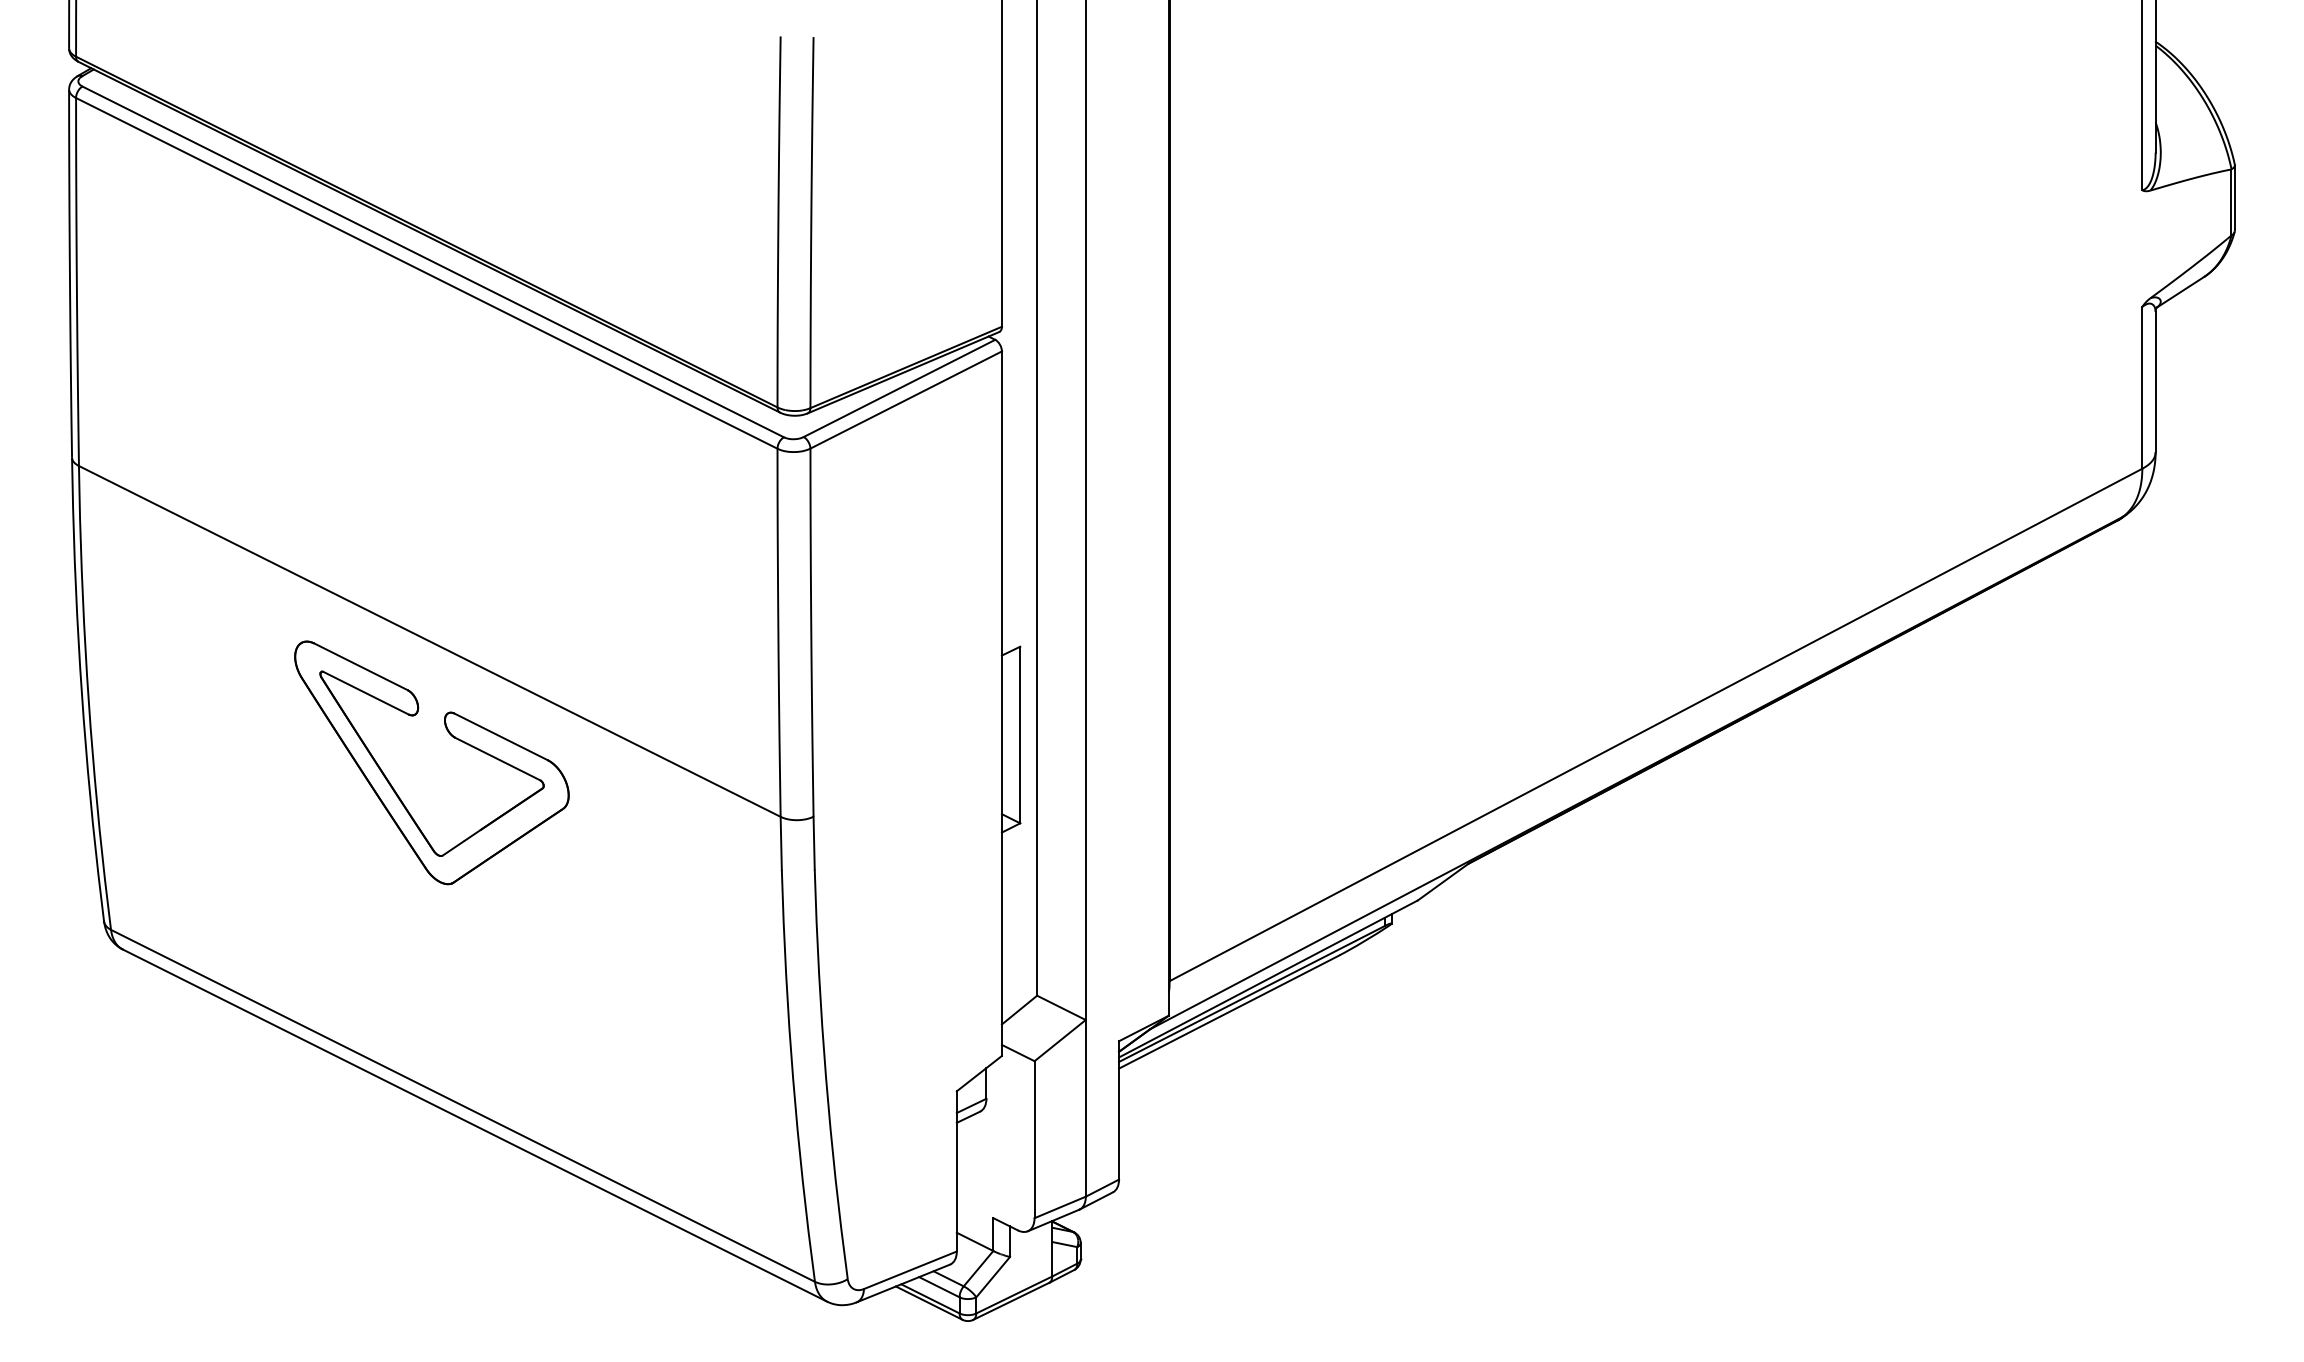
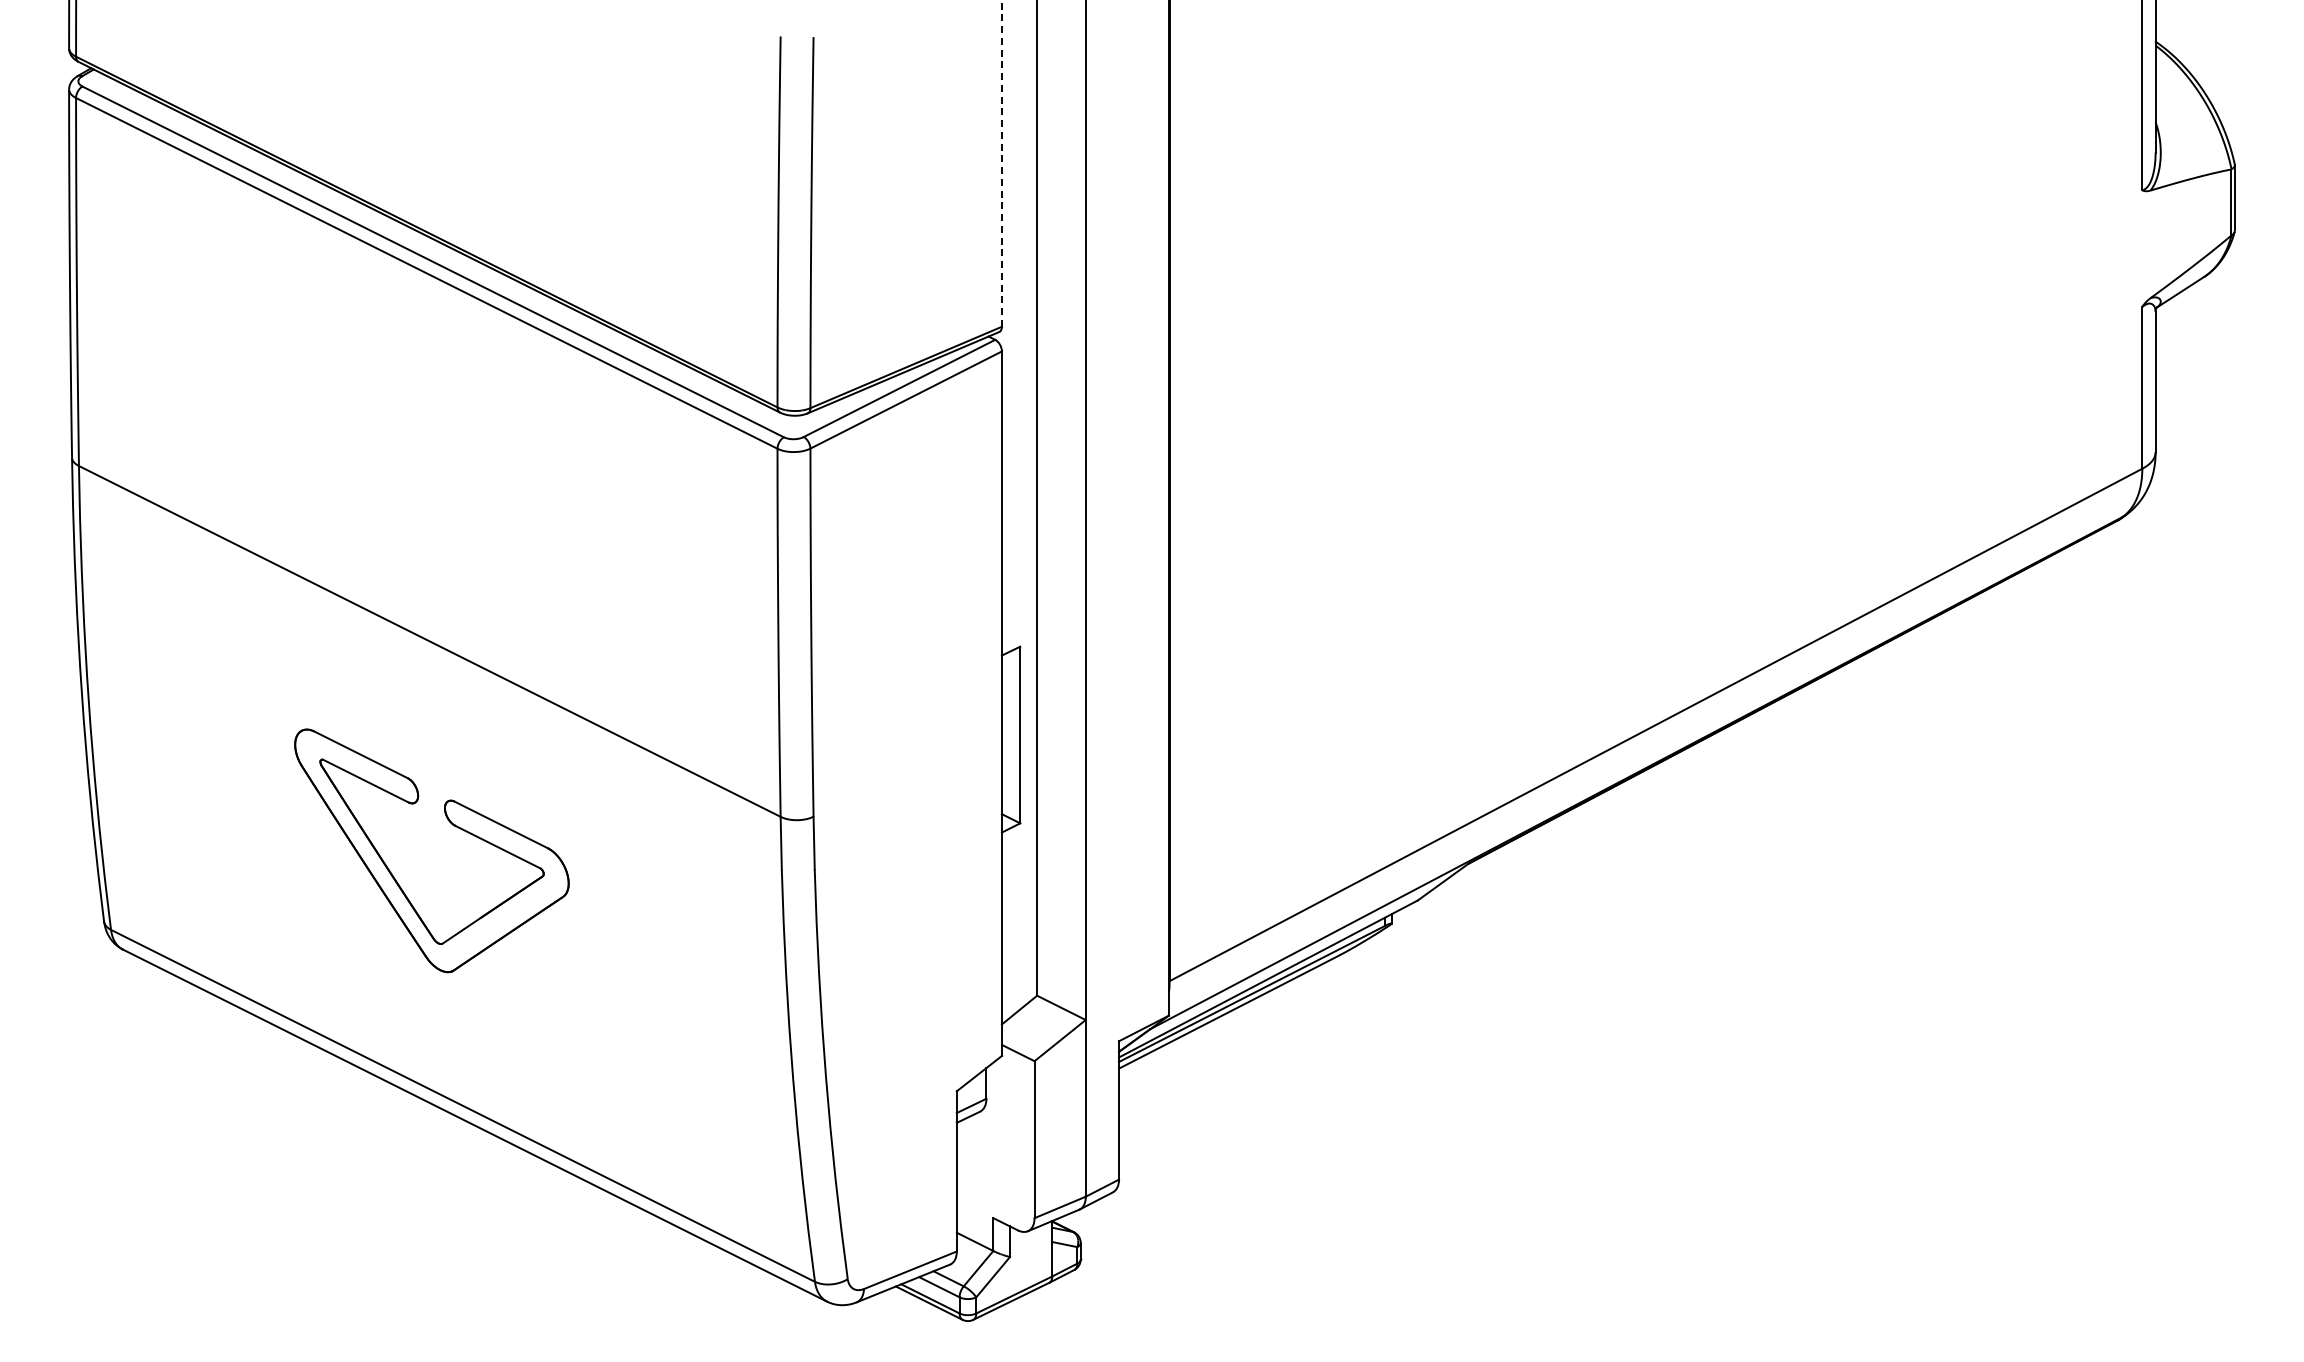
line at (1001, 162): solid -> dashed
part at (452, 737) position: (452, 737) -> (452, 825)
